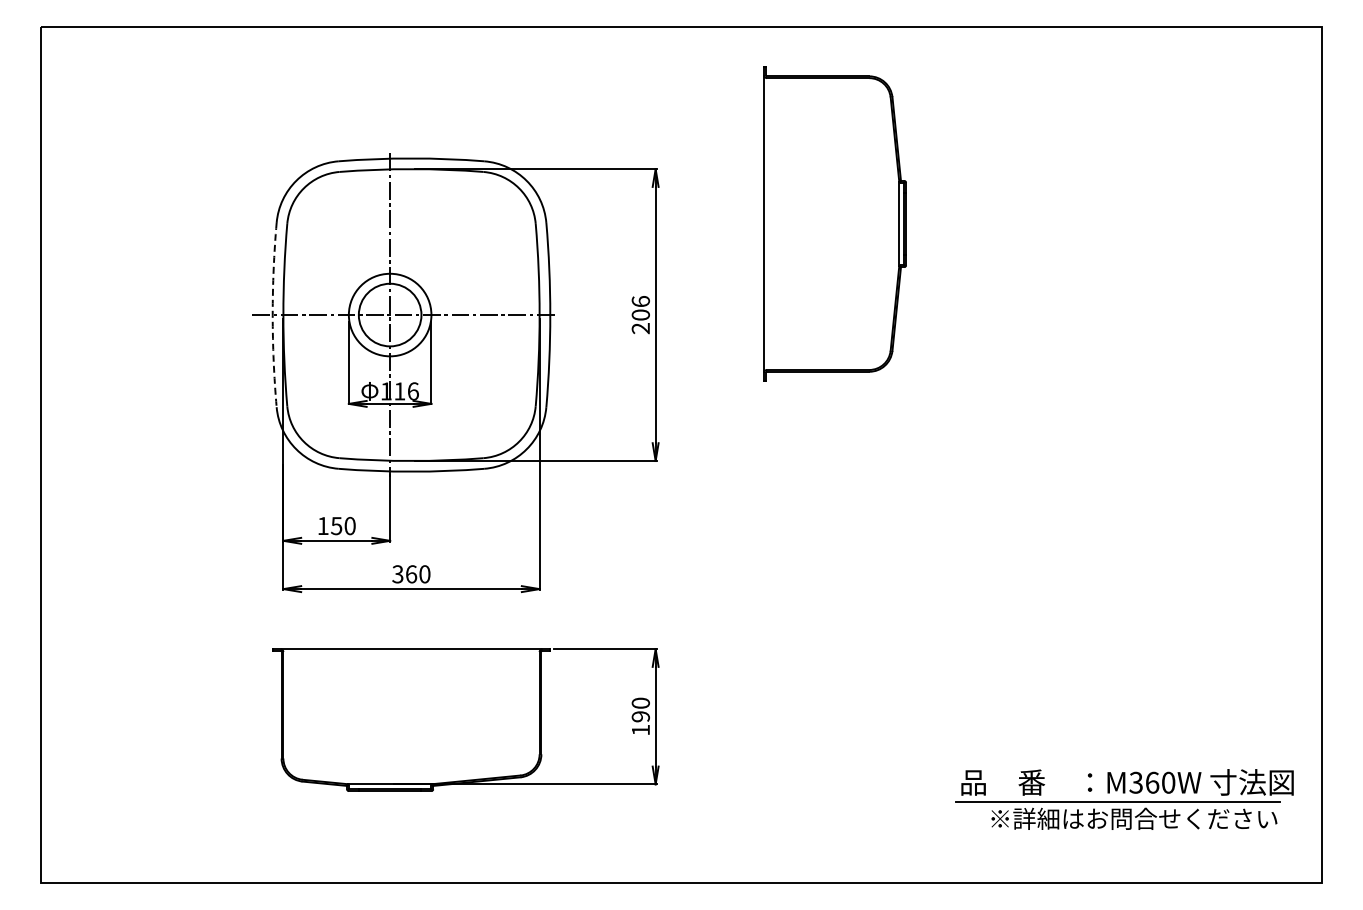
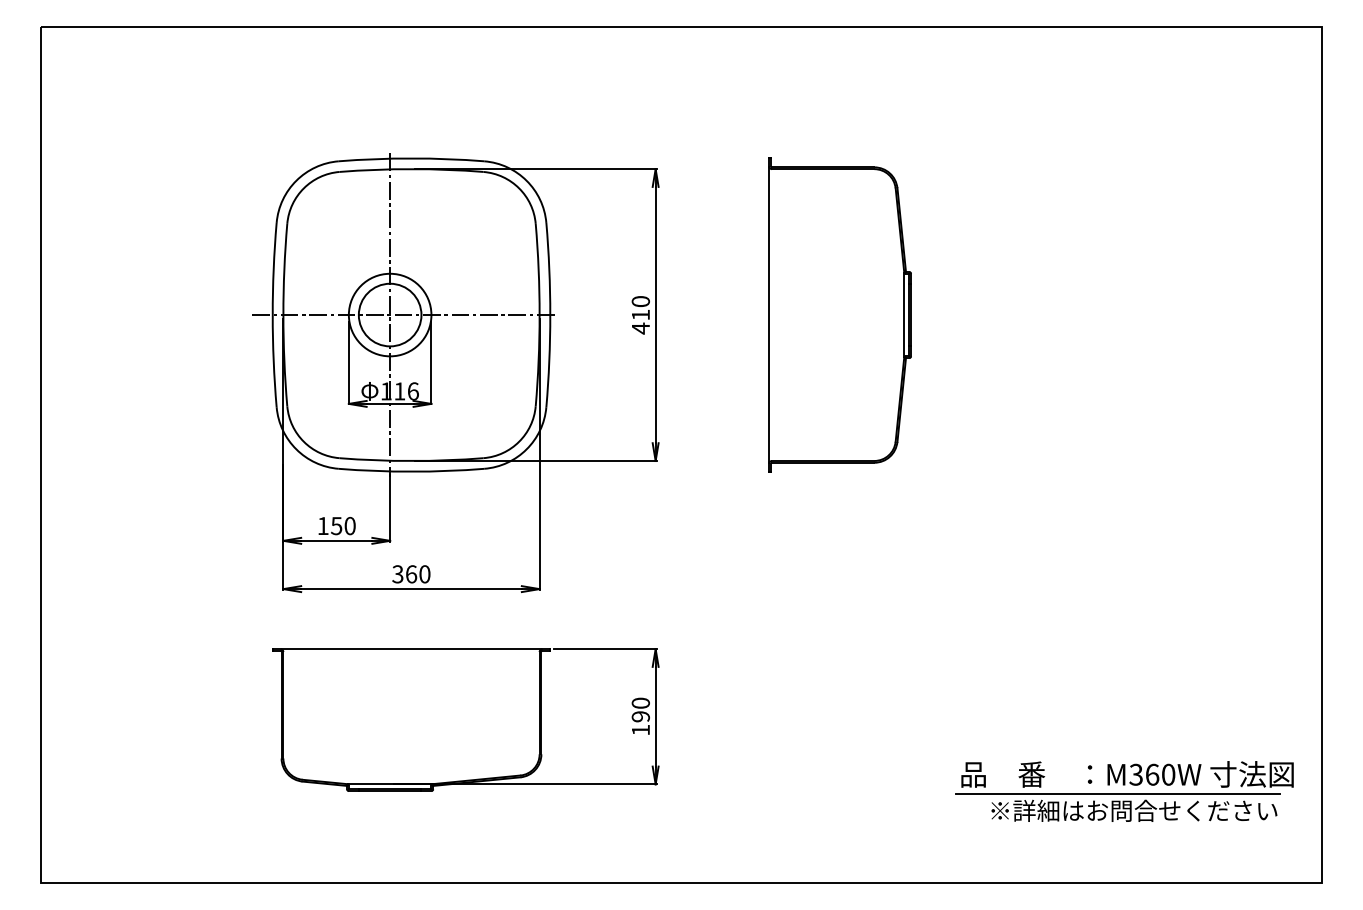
part at (834, 223) position: (834, 223) -> (839, 314)
arc at (272, 315): dashed -> solid
text at (640, 315): 206 -> 410
part at (1124, 799) position: (1124, 799) -> (1124, 791)
